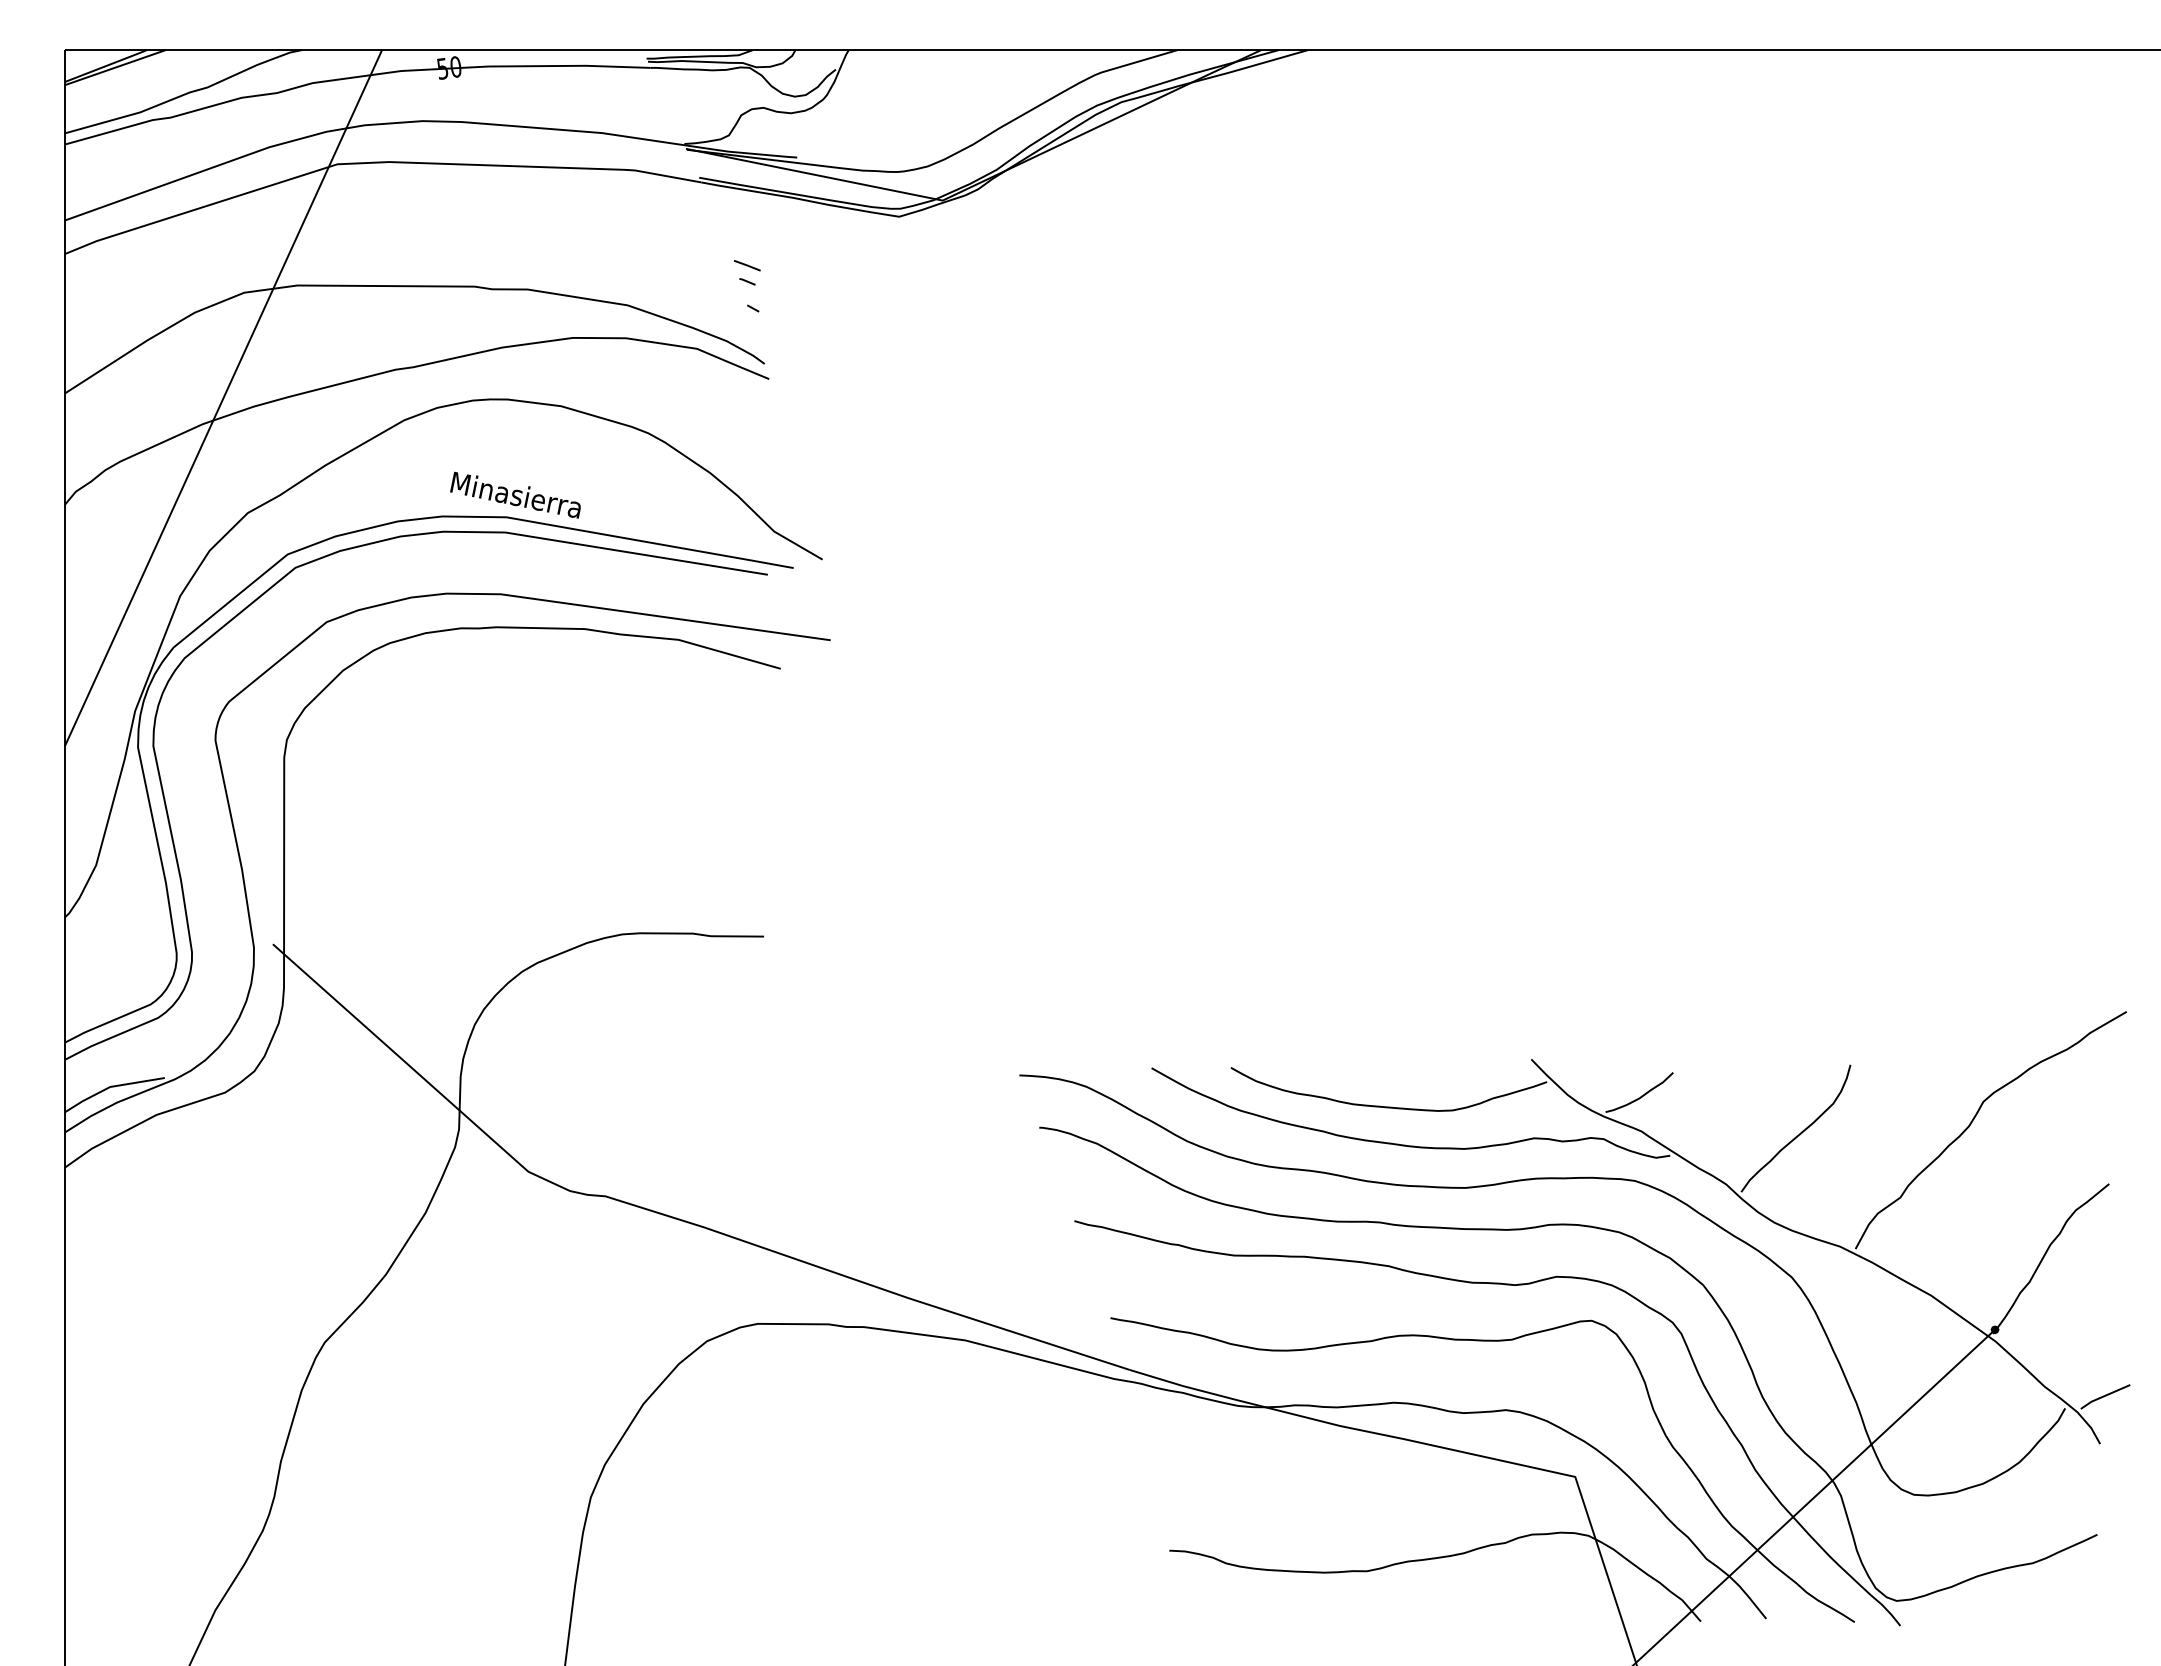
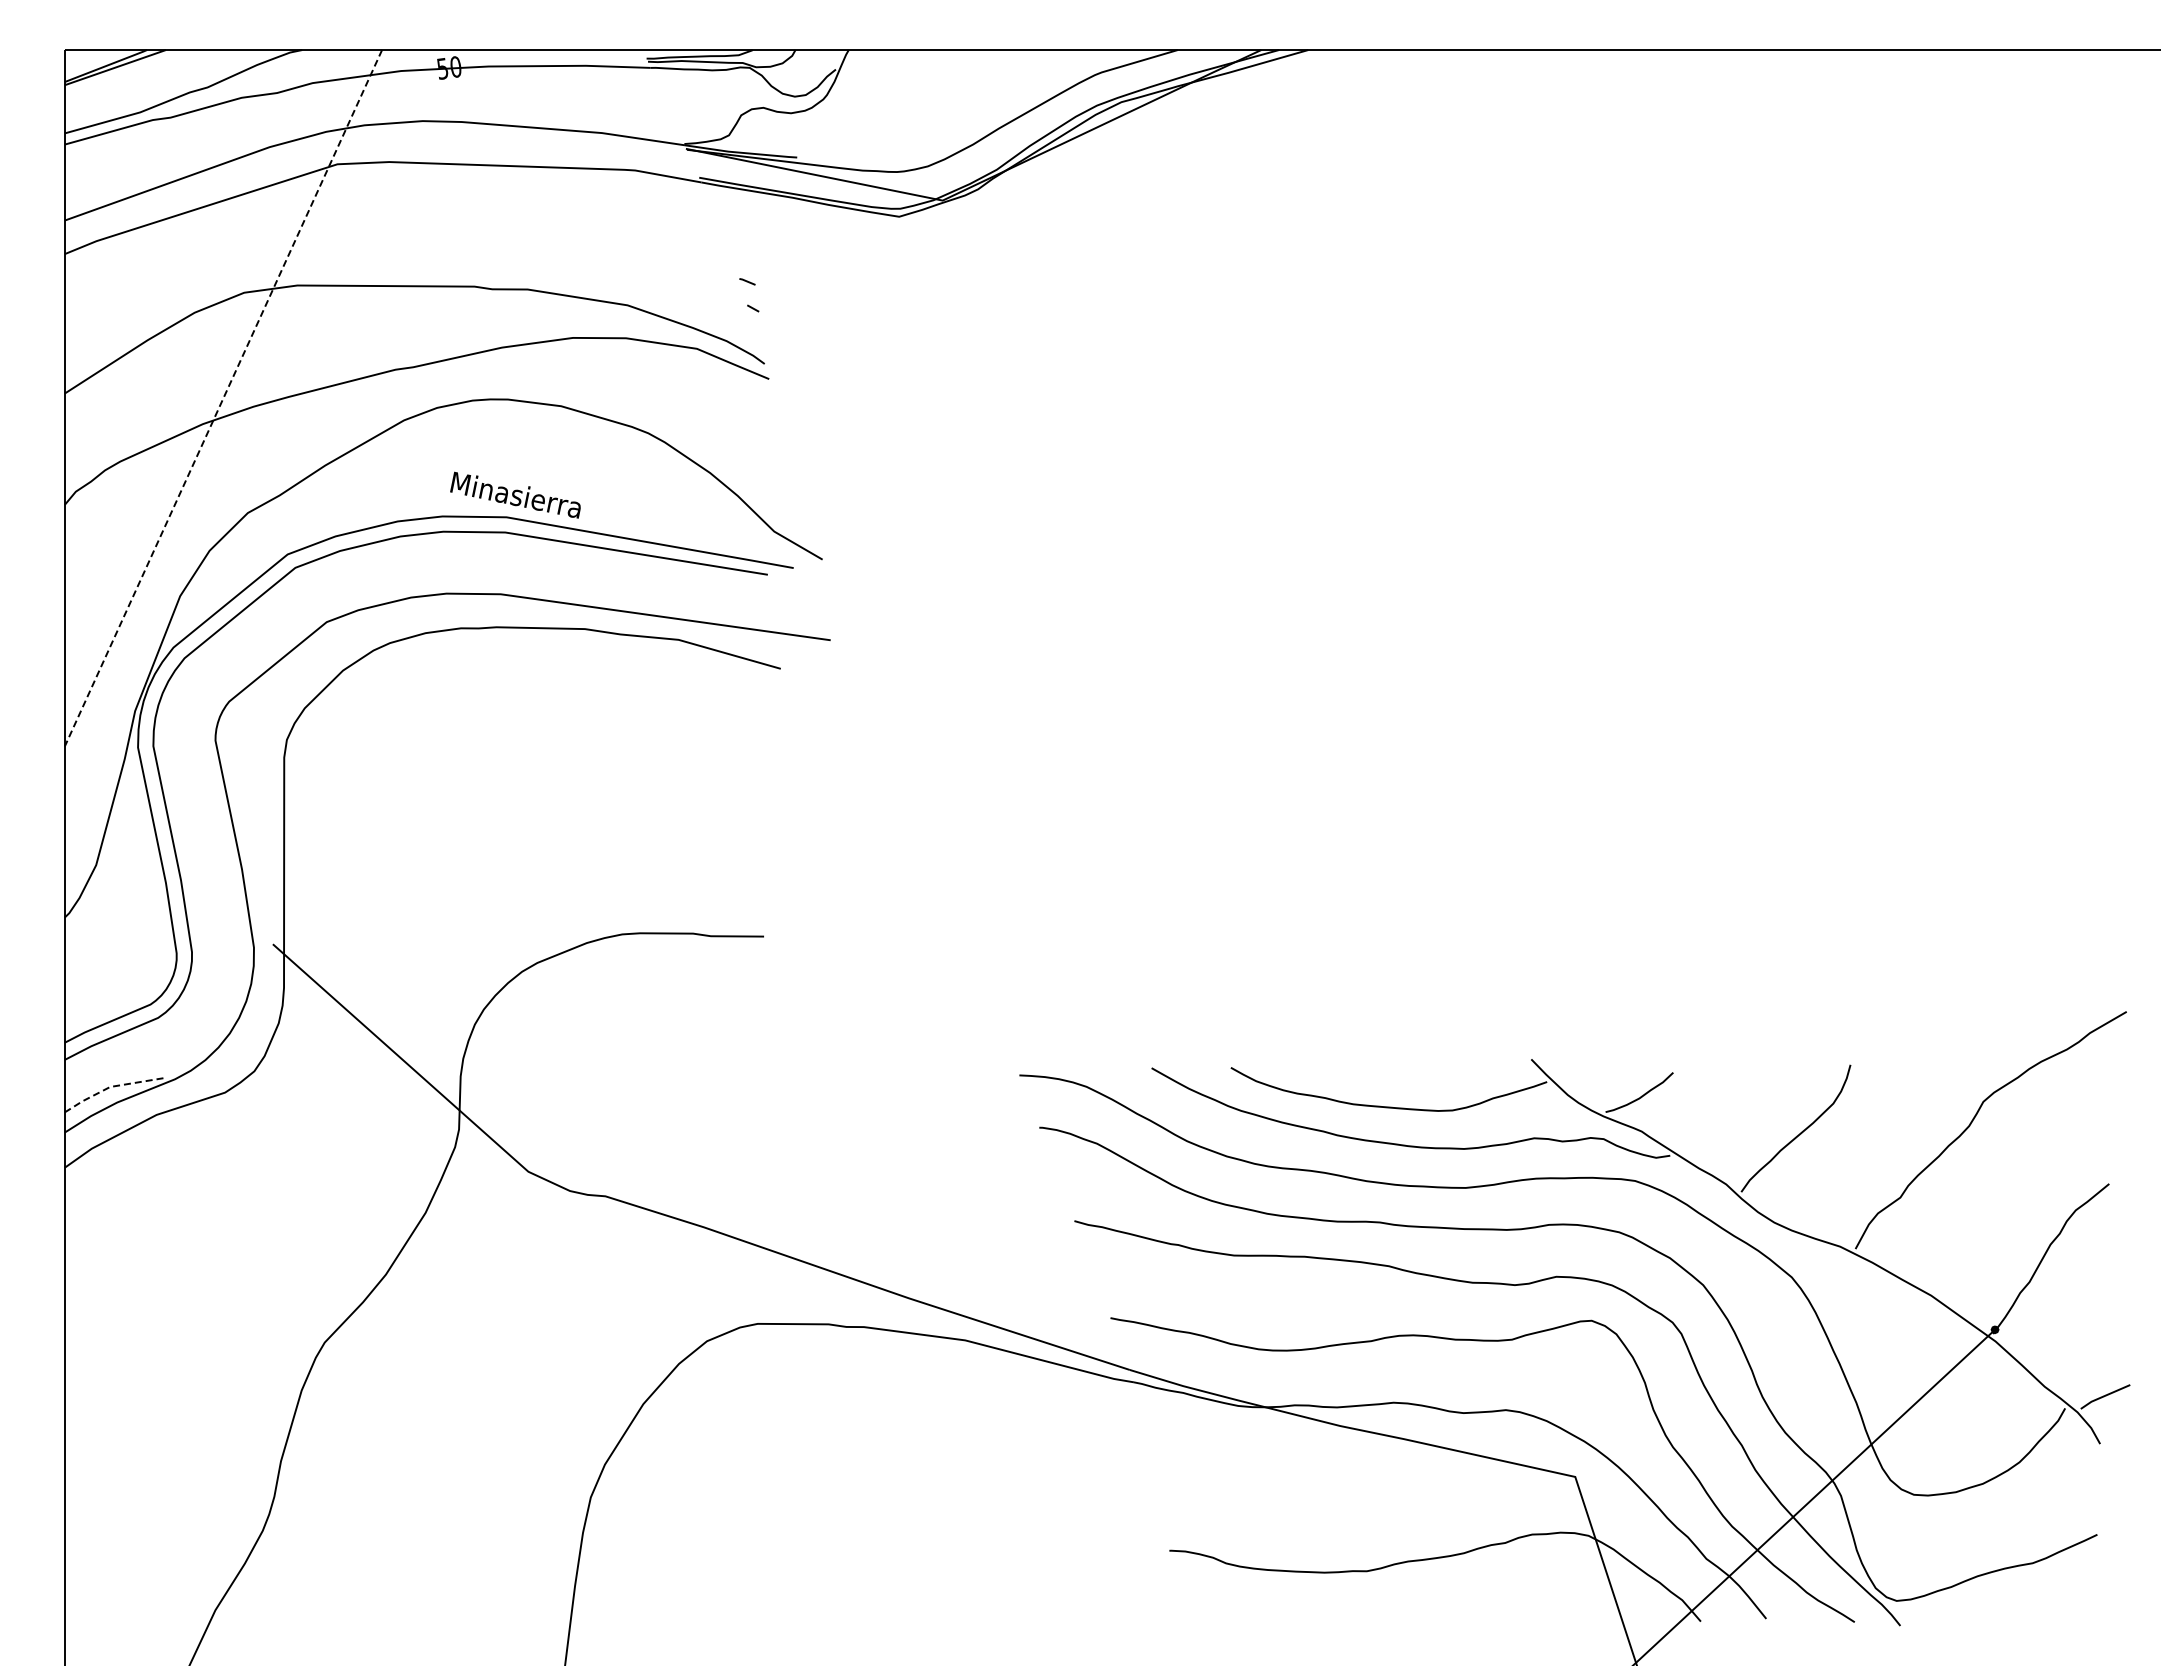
line at (746, 265): present -> none
line at (223, 398): solid -> dashed
line at (111, 1086): solid -> dashed
